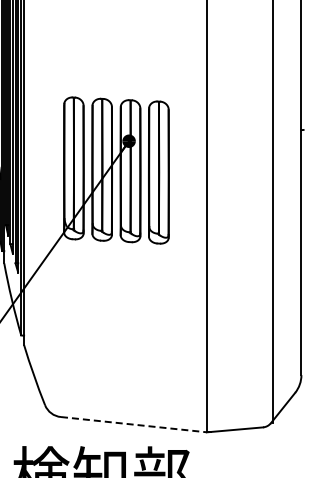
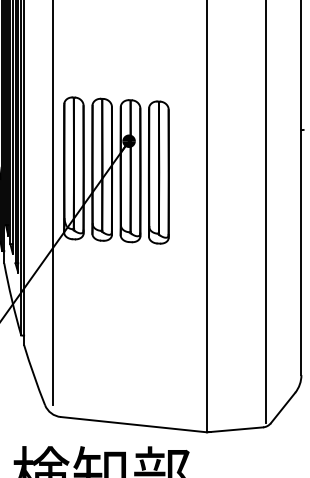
line at (53, 203): none -> present
line at (273, 212) position: (273, 212) -> (266, 212)
line at (134, 424): dashed -> solid
